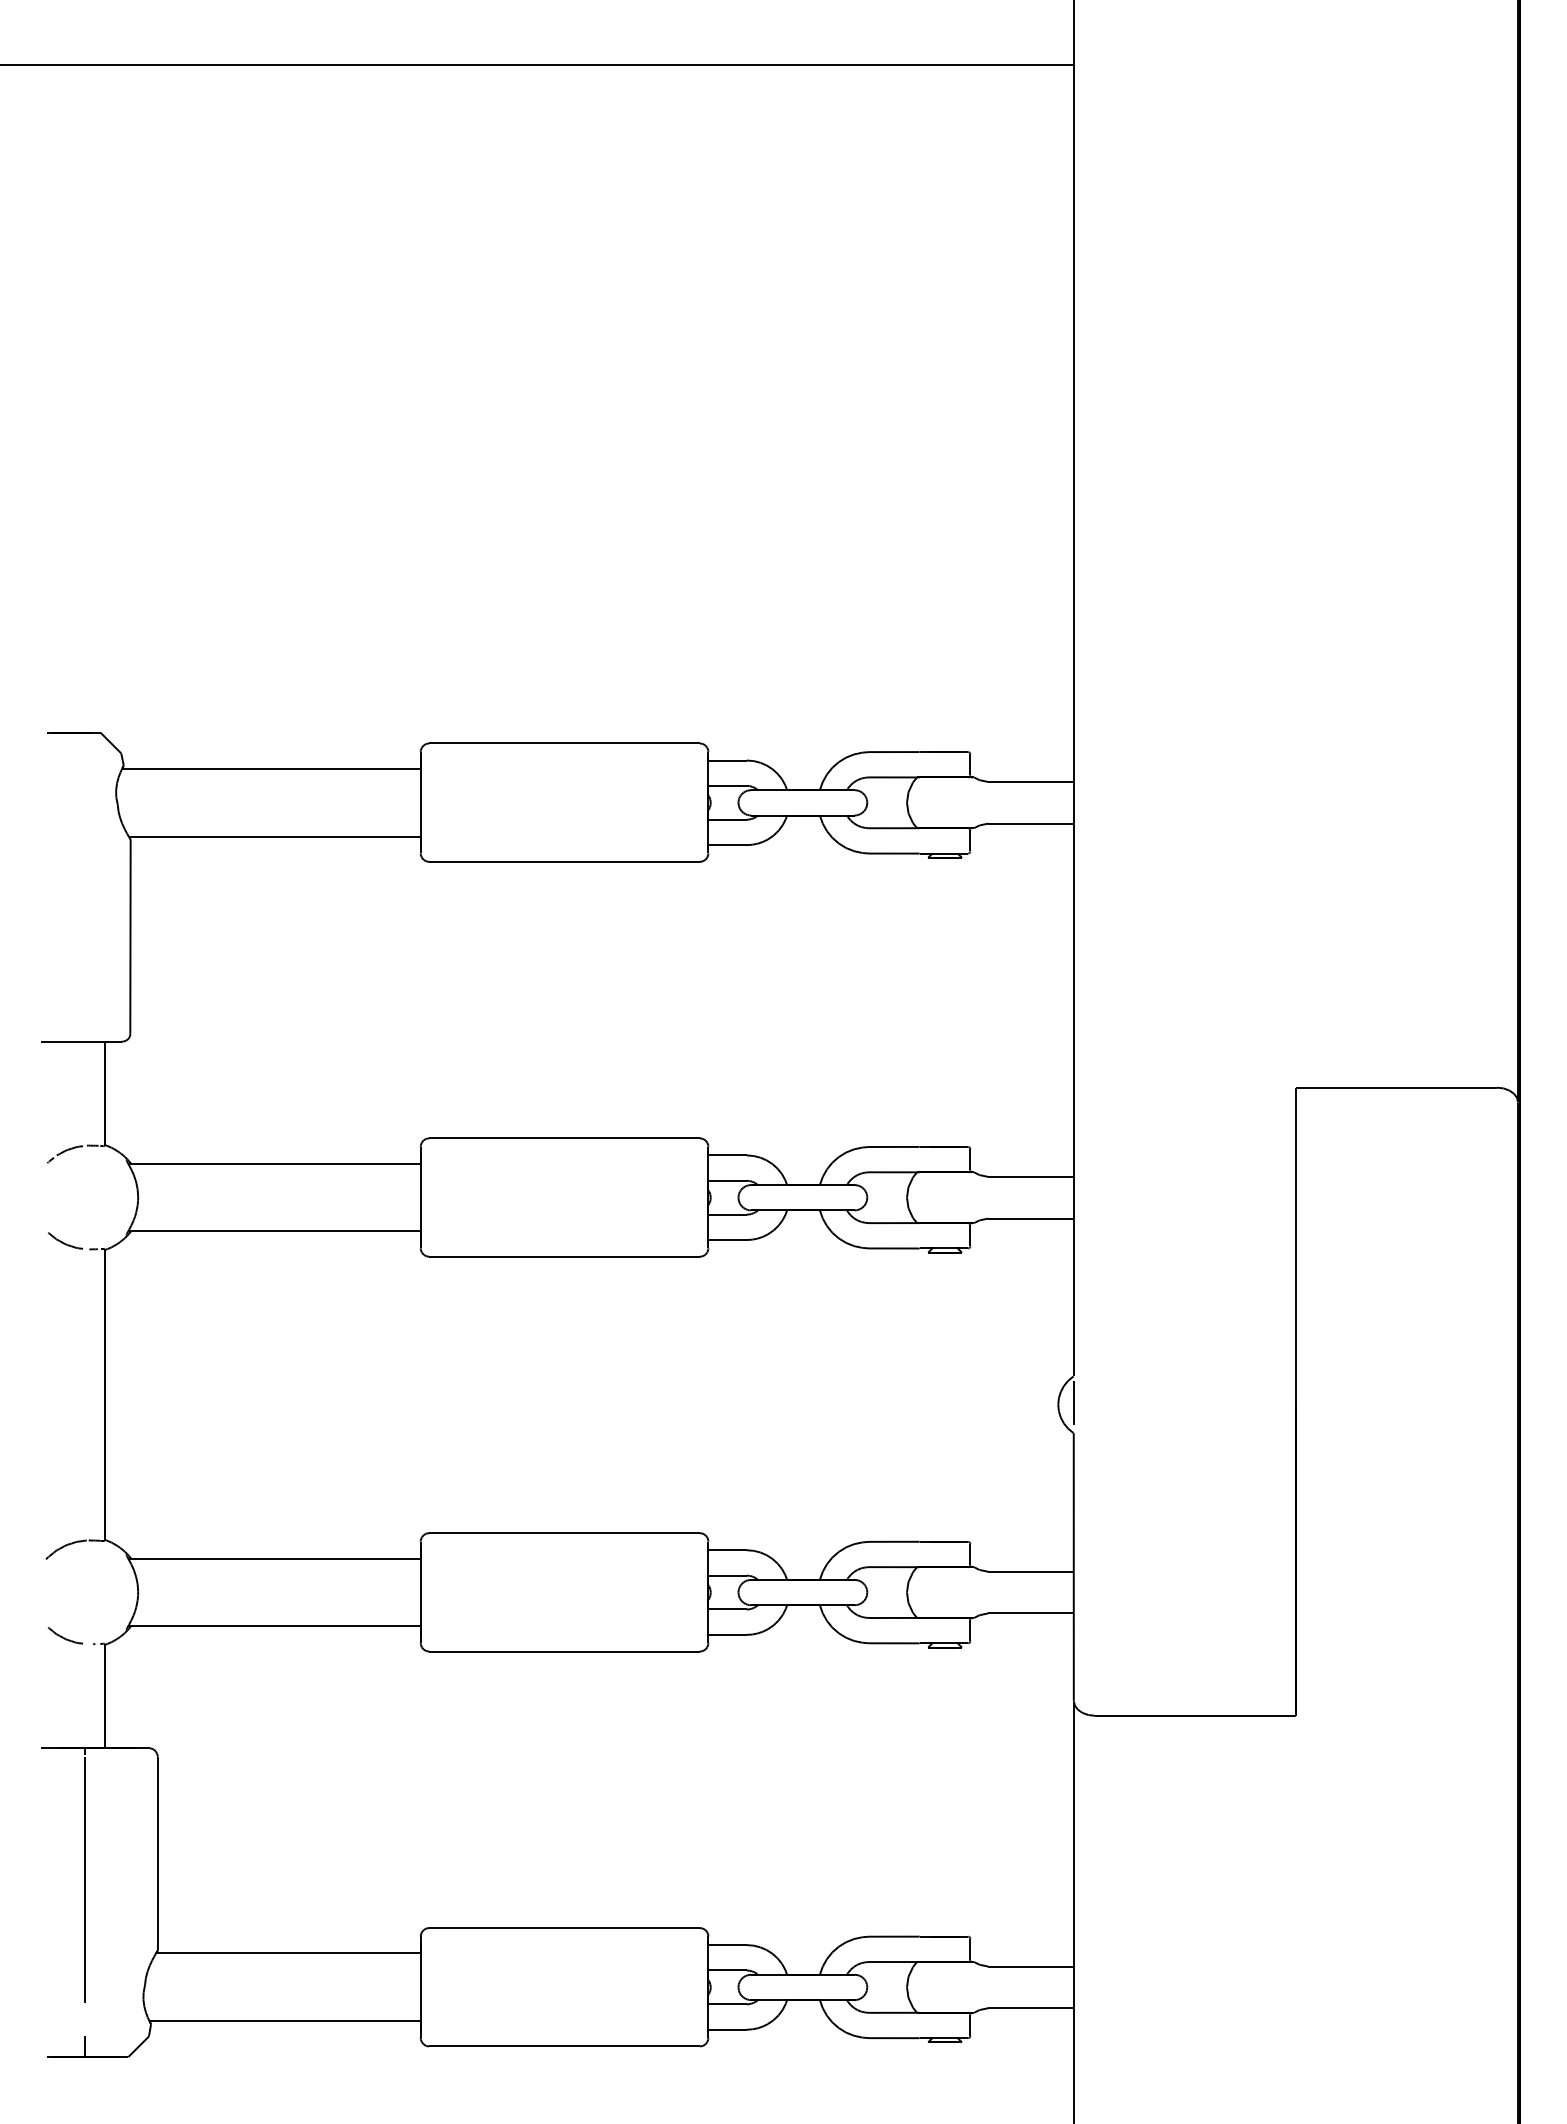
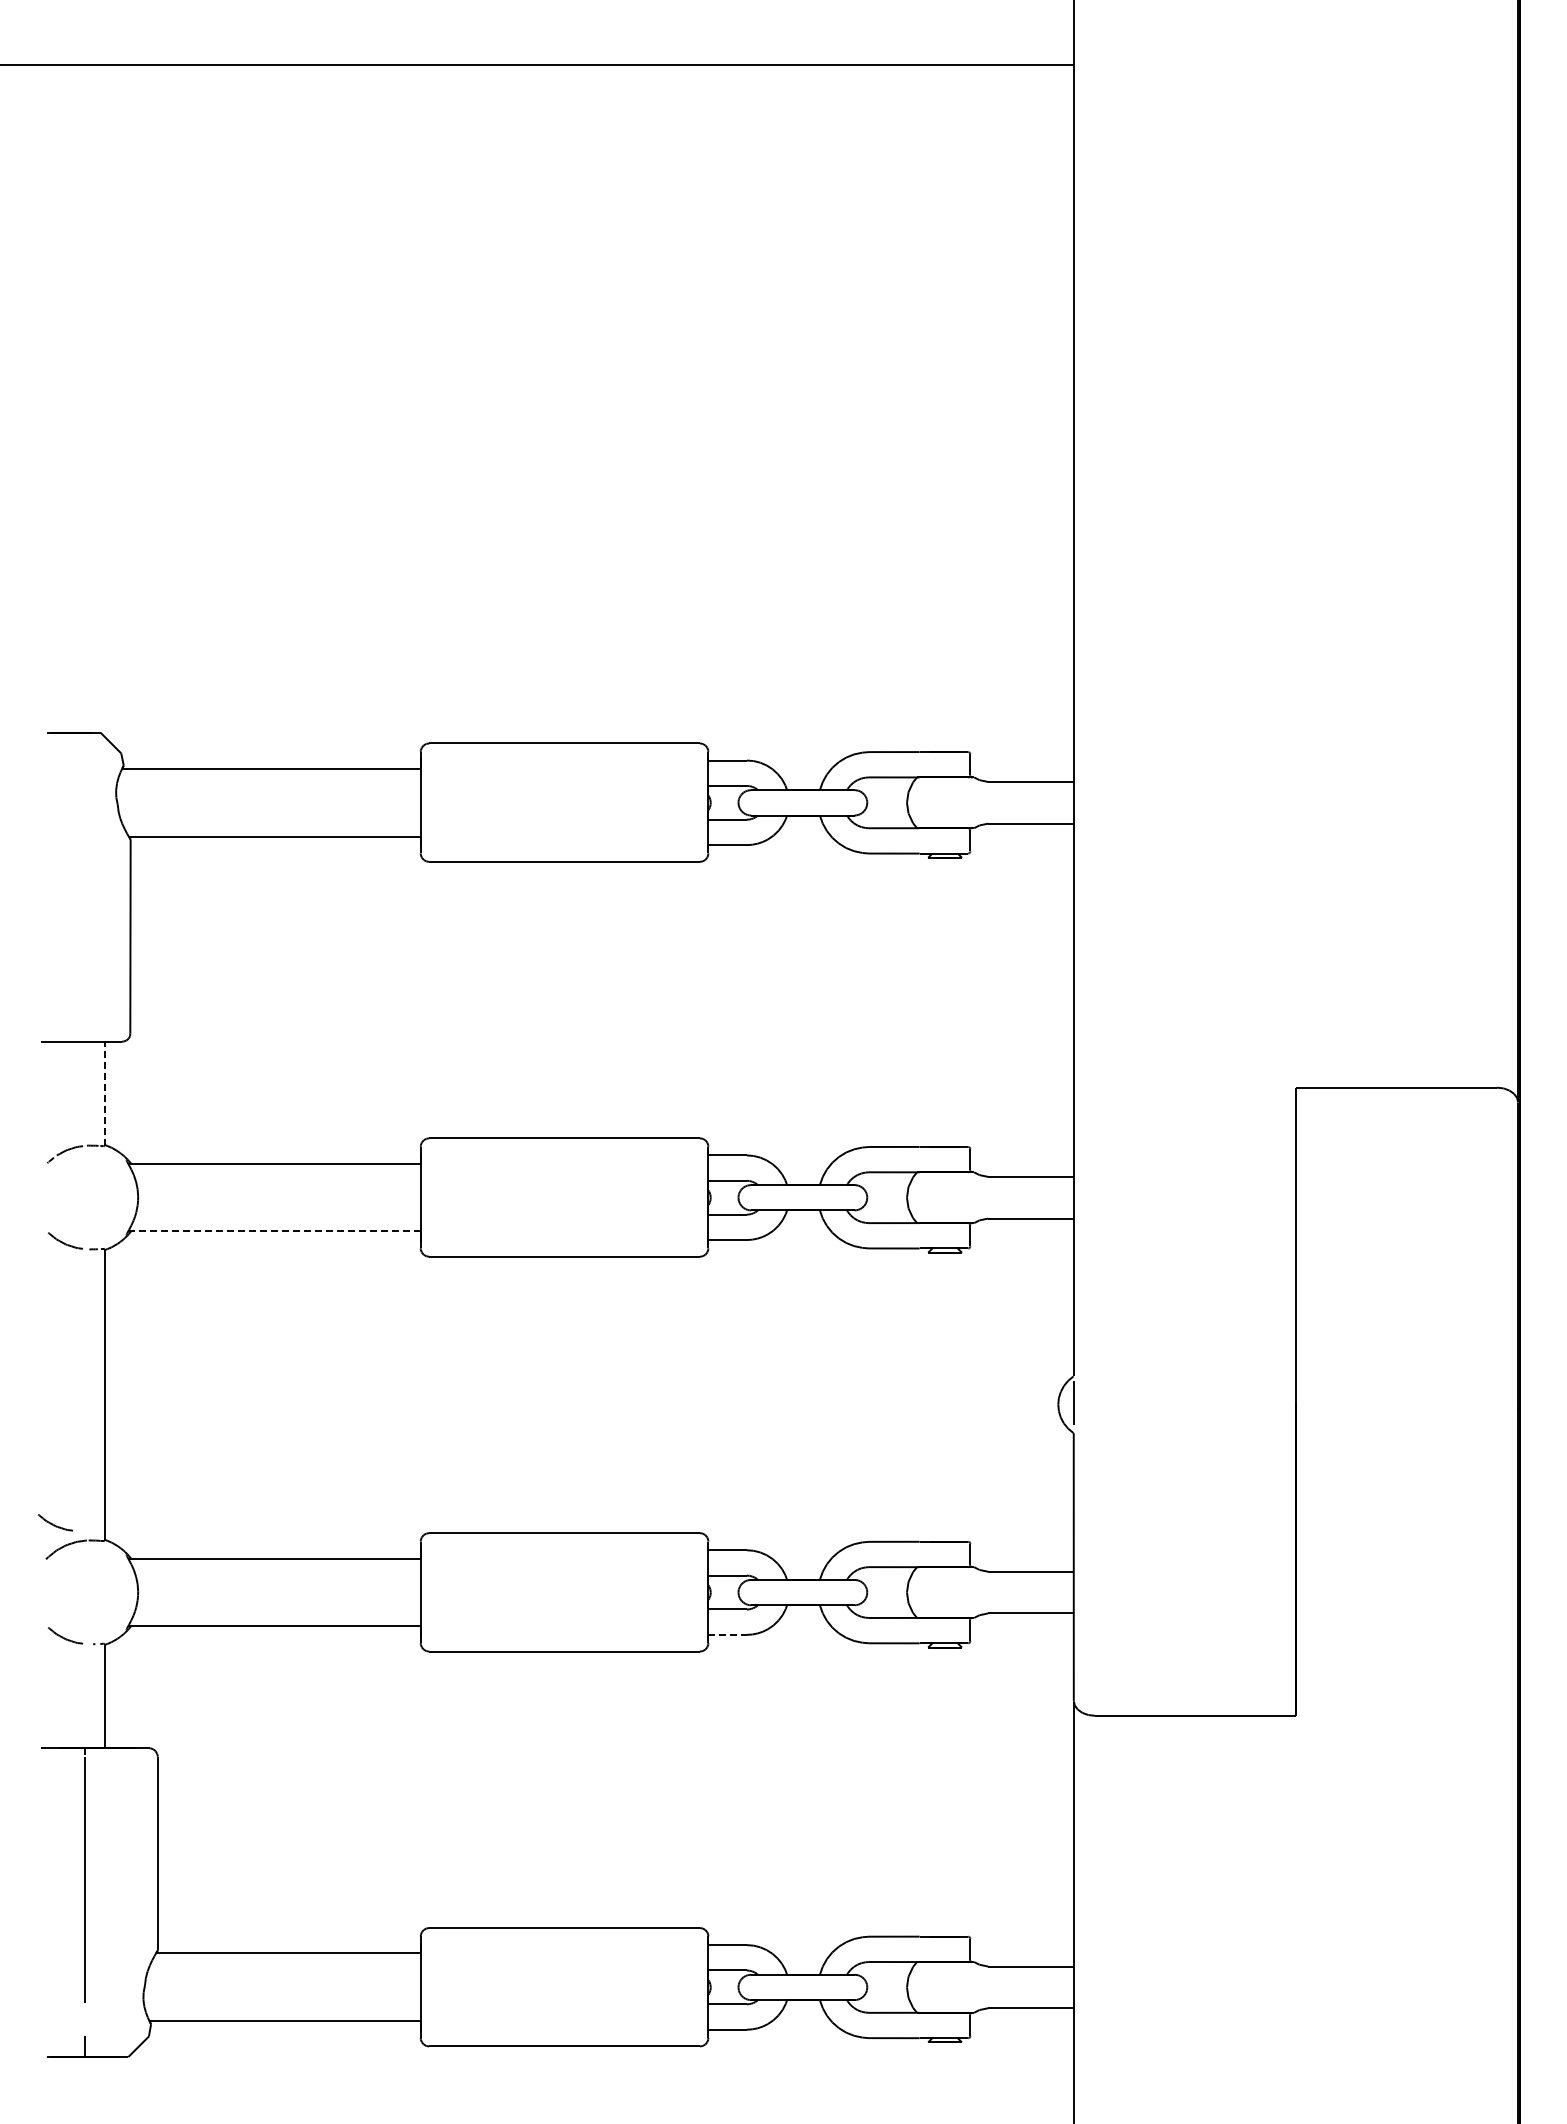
line at (104, 1093): solid -> dashed
line at (274, 1231): solid -> dashed
part at (54, 1522): none -> present
line at (728, 1634): solid -> dashed
